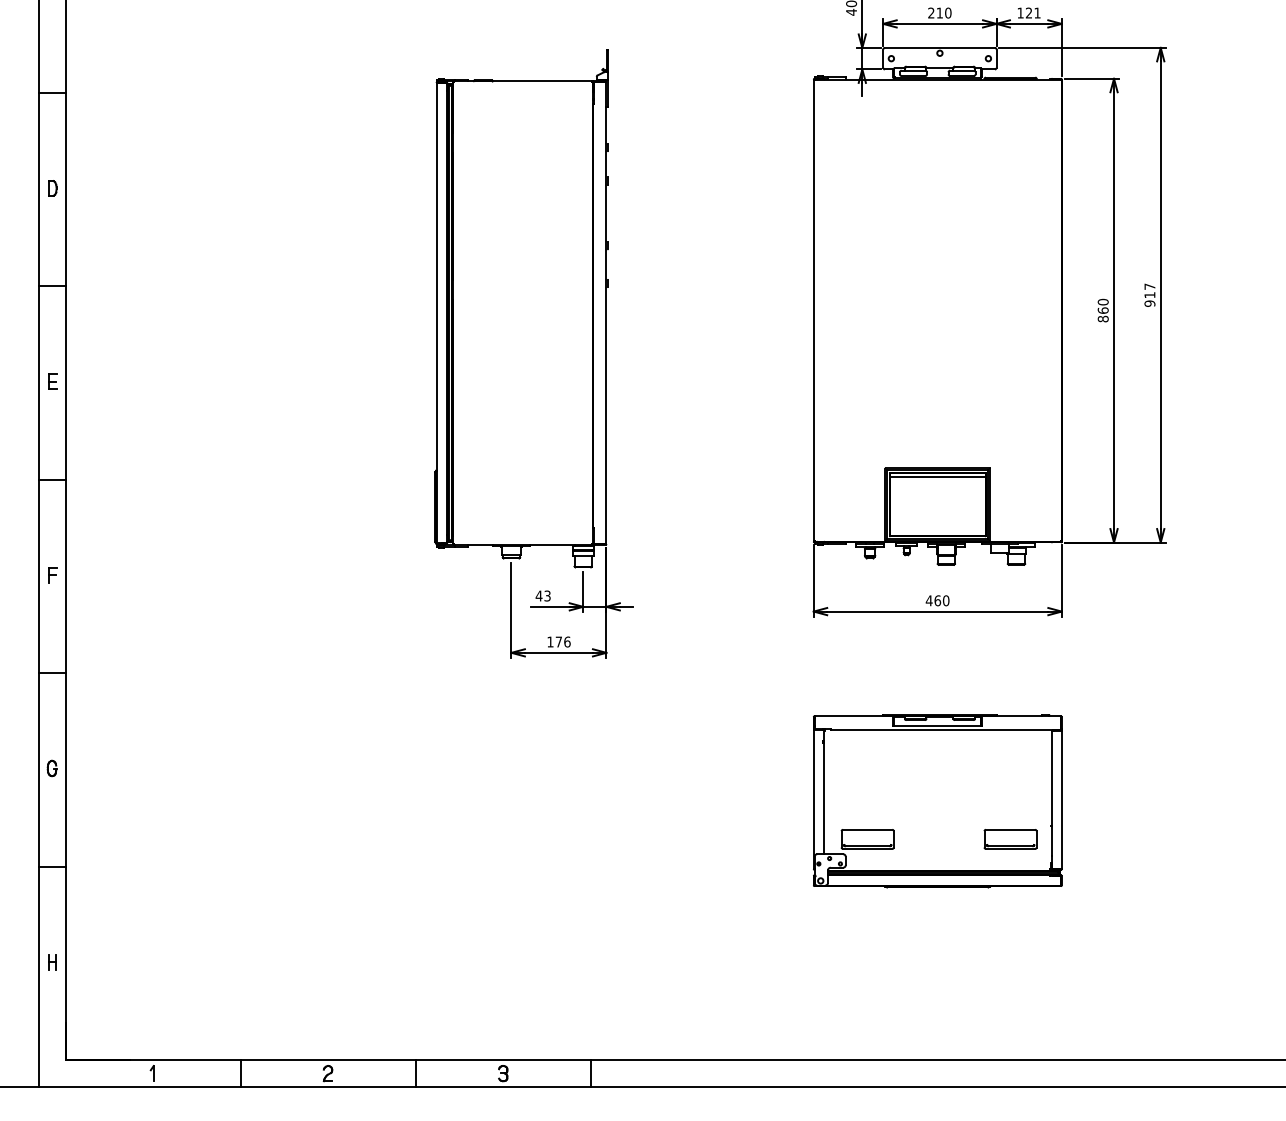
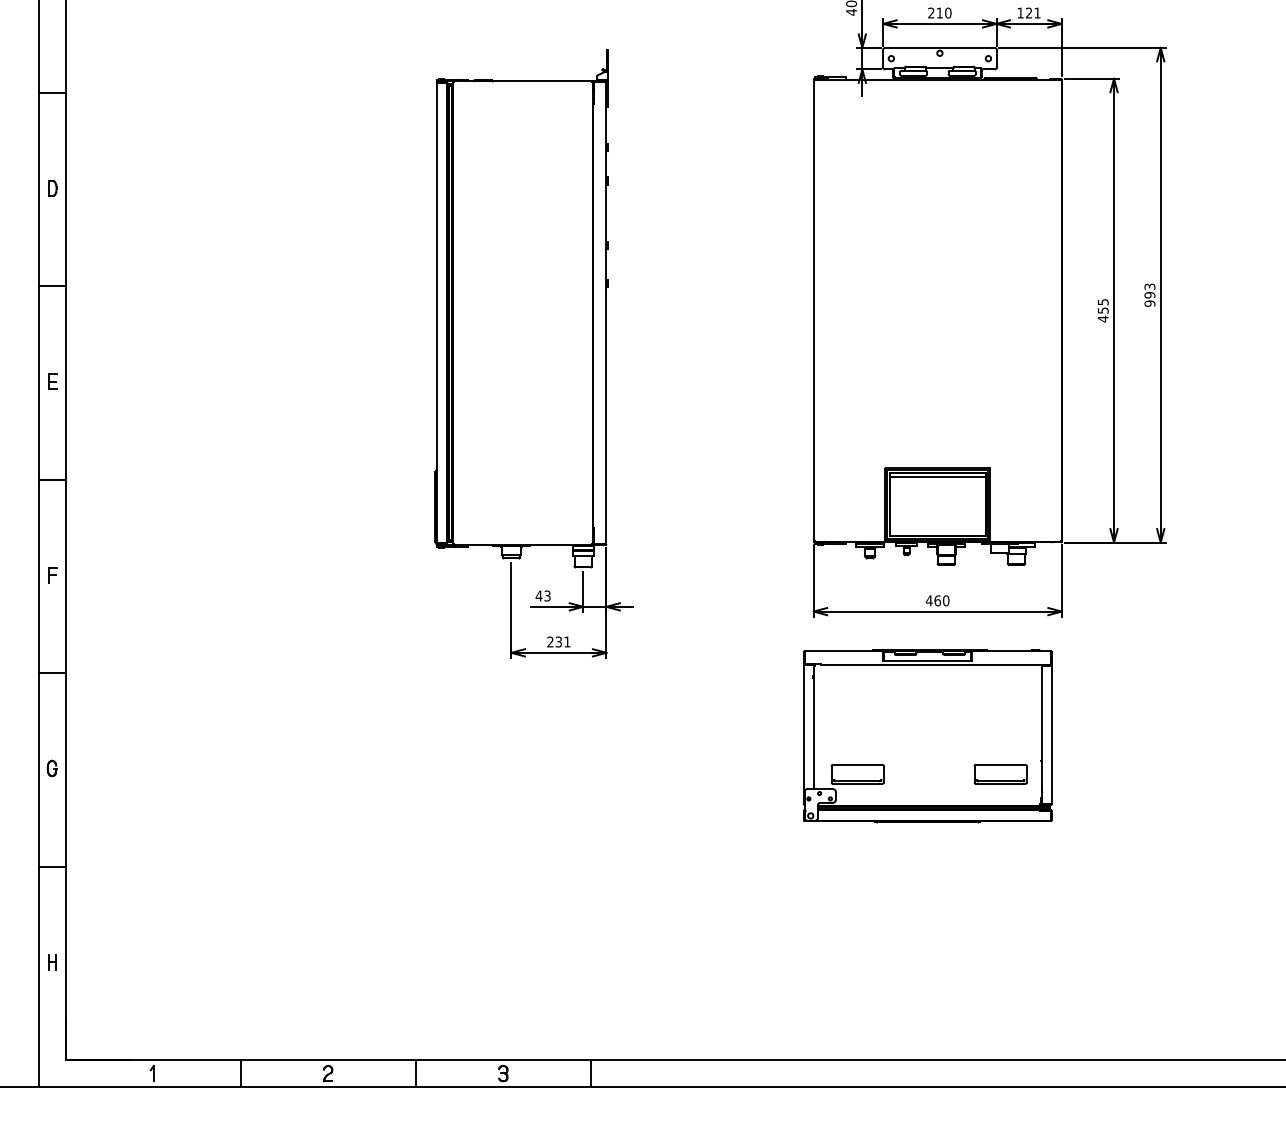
text at (1149, 290): 917 -> 993
text at (1102, 310): 860 -> 455
text at (558, 641): 176 -> 231
part at (937, 801) position: (937, 801) -> (927, 736)
